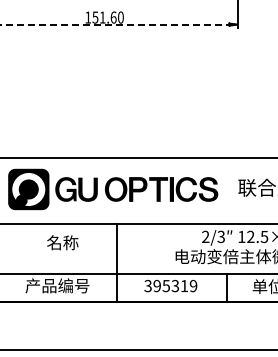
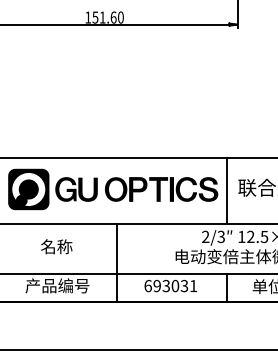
line at (119, 24): dashed -> solid
line at (227, 190): none -> present
text at (62, 242) position: (62, 242) -> (56, 246)
text at (170, 285): 395319 -> 693031
